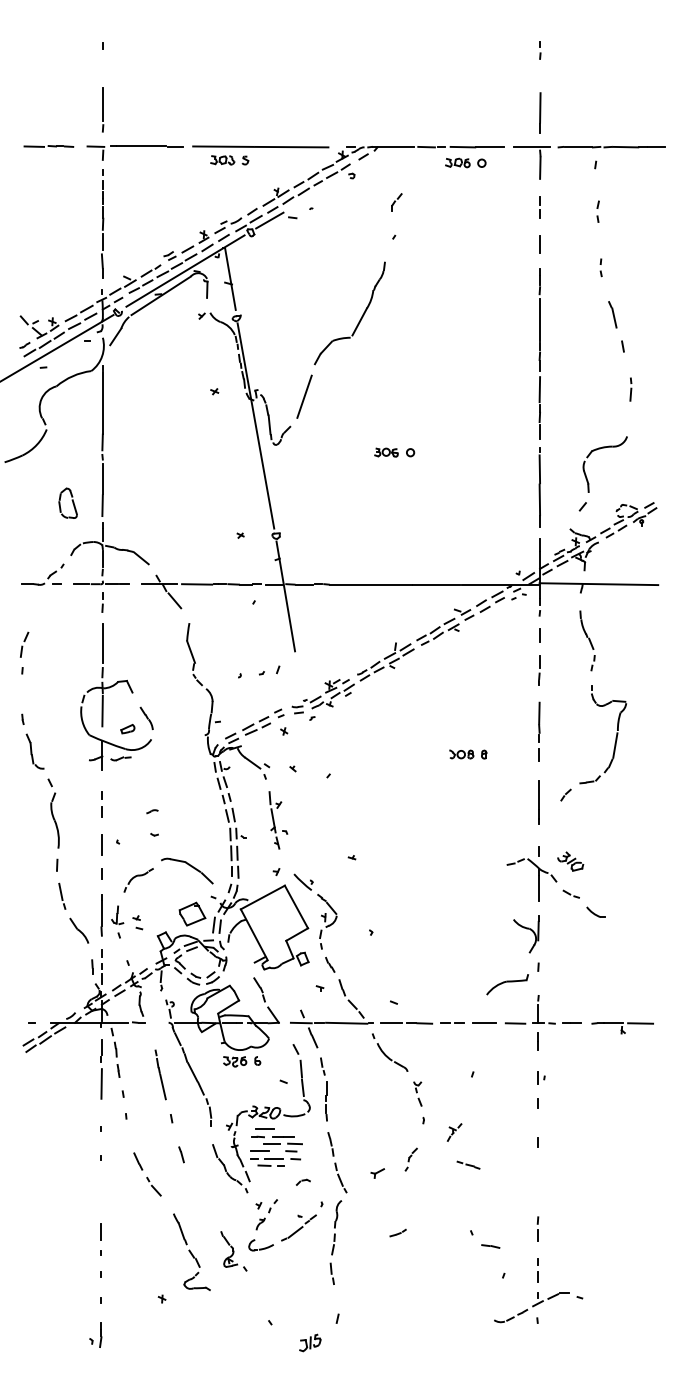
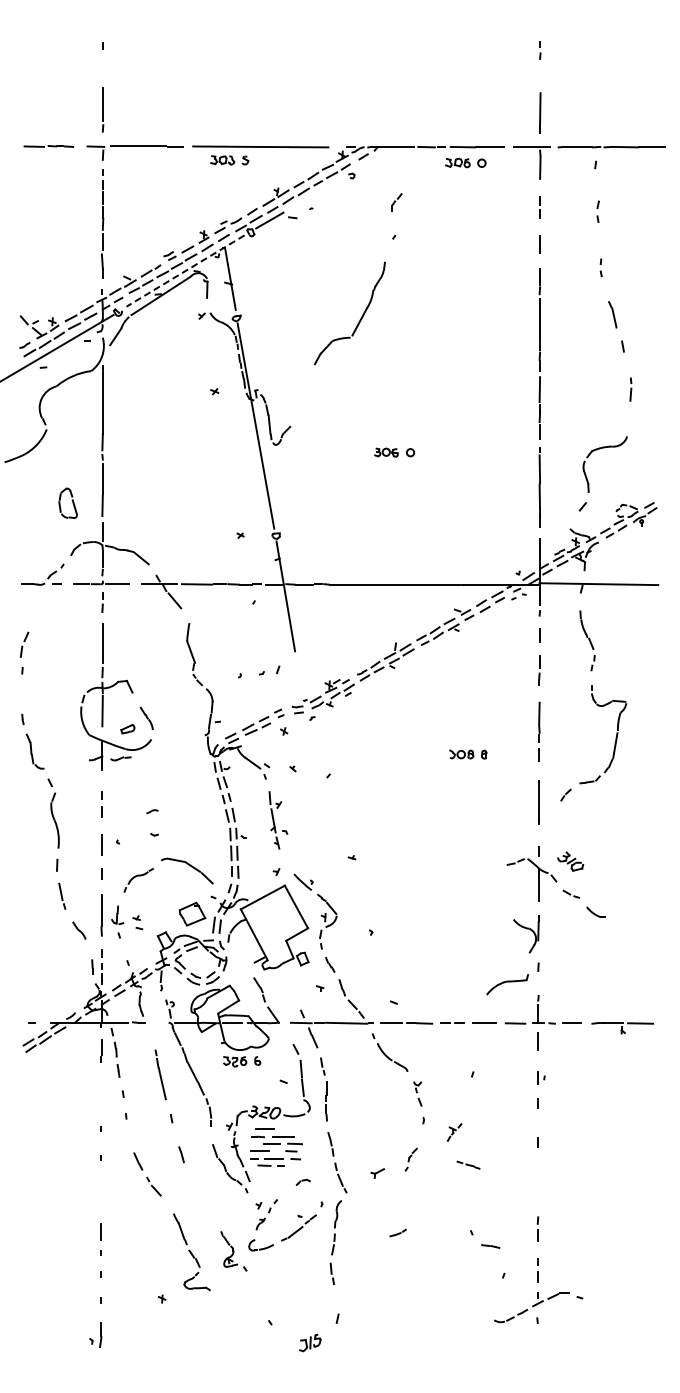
line at (185, 271): solid -> dashed
line at (304, 396): present -> none
part at (79, 930) size: 21x27 px -> 15x19 px
line at (101, 1083): present -> none
